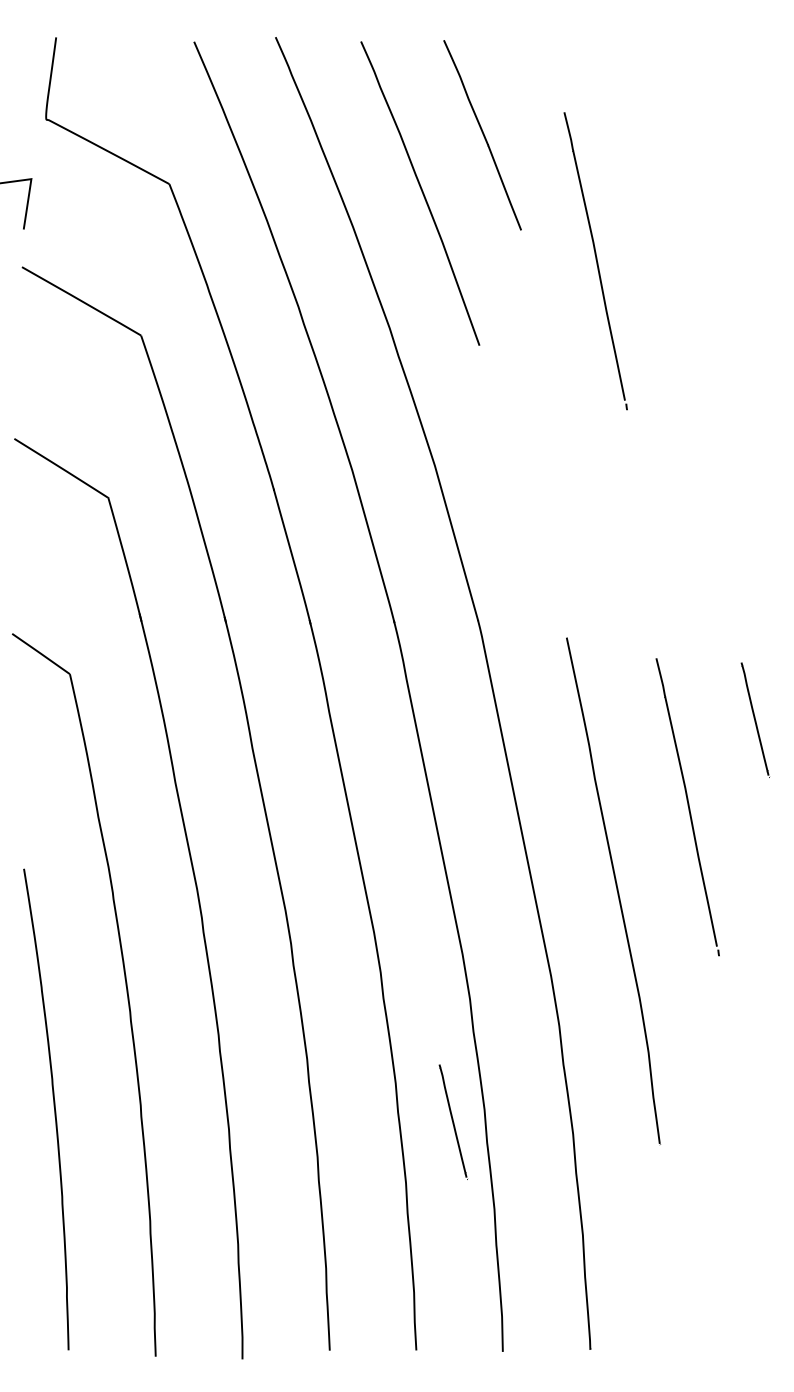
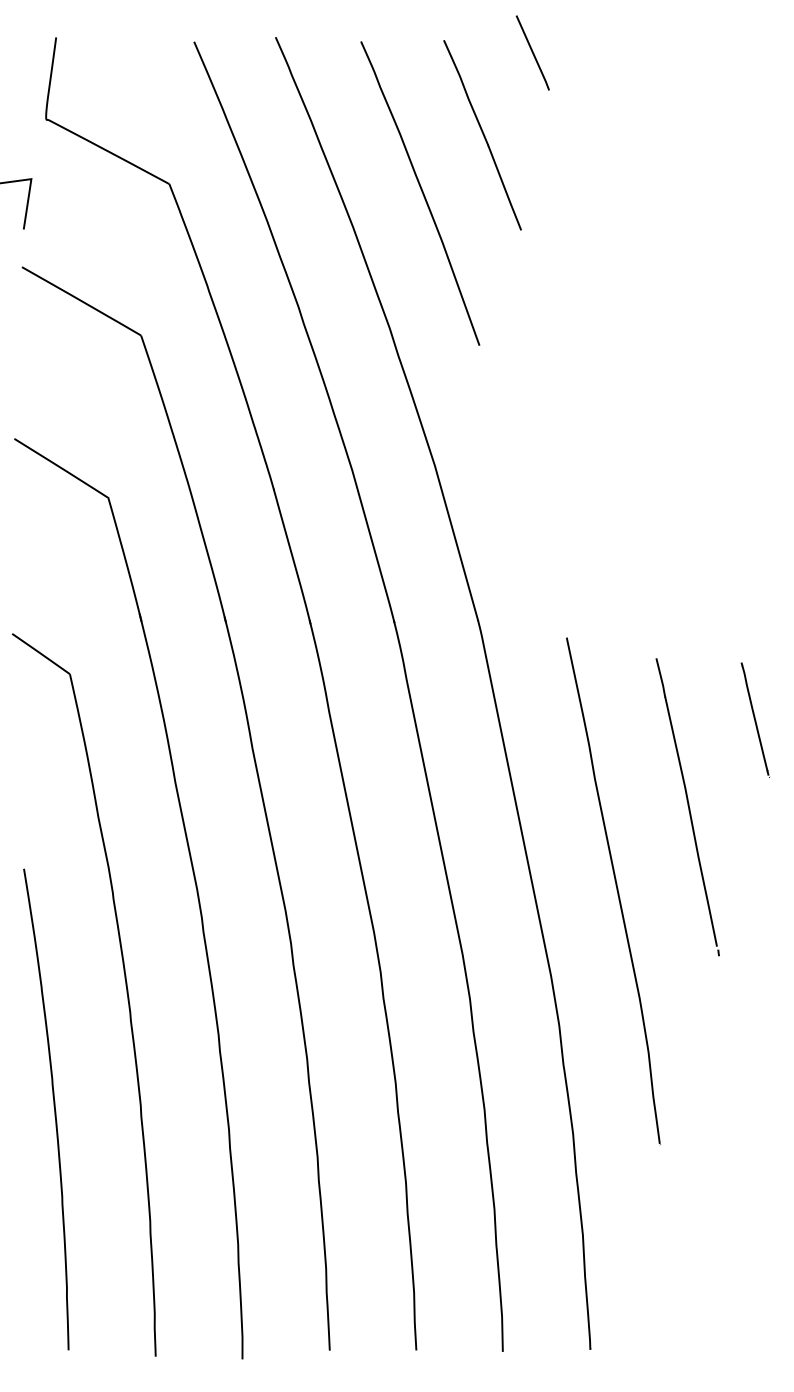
line at (532, 52): none -> present
part at (595, 261): present -> none
line at (453, 1121): present -> none
